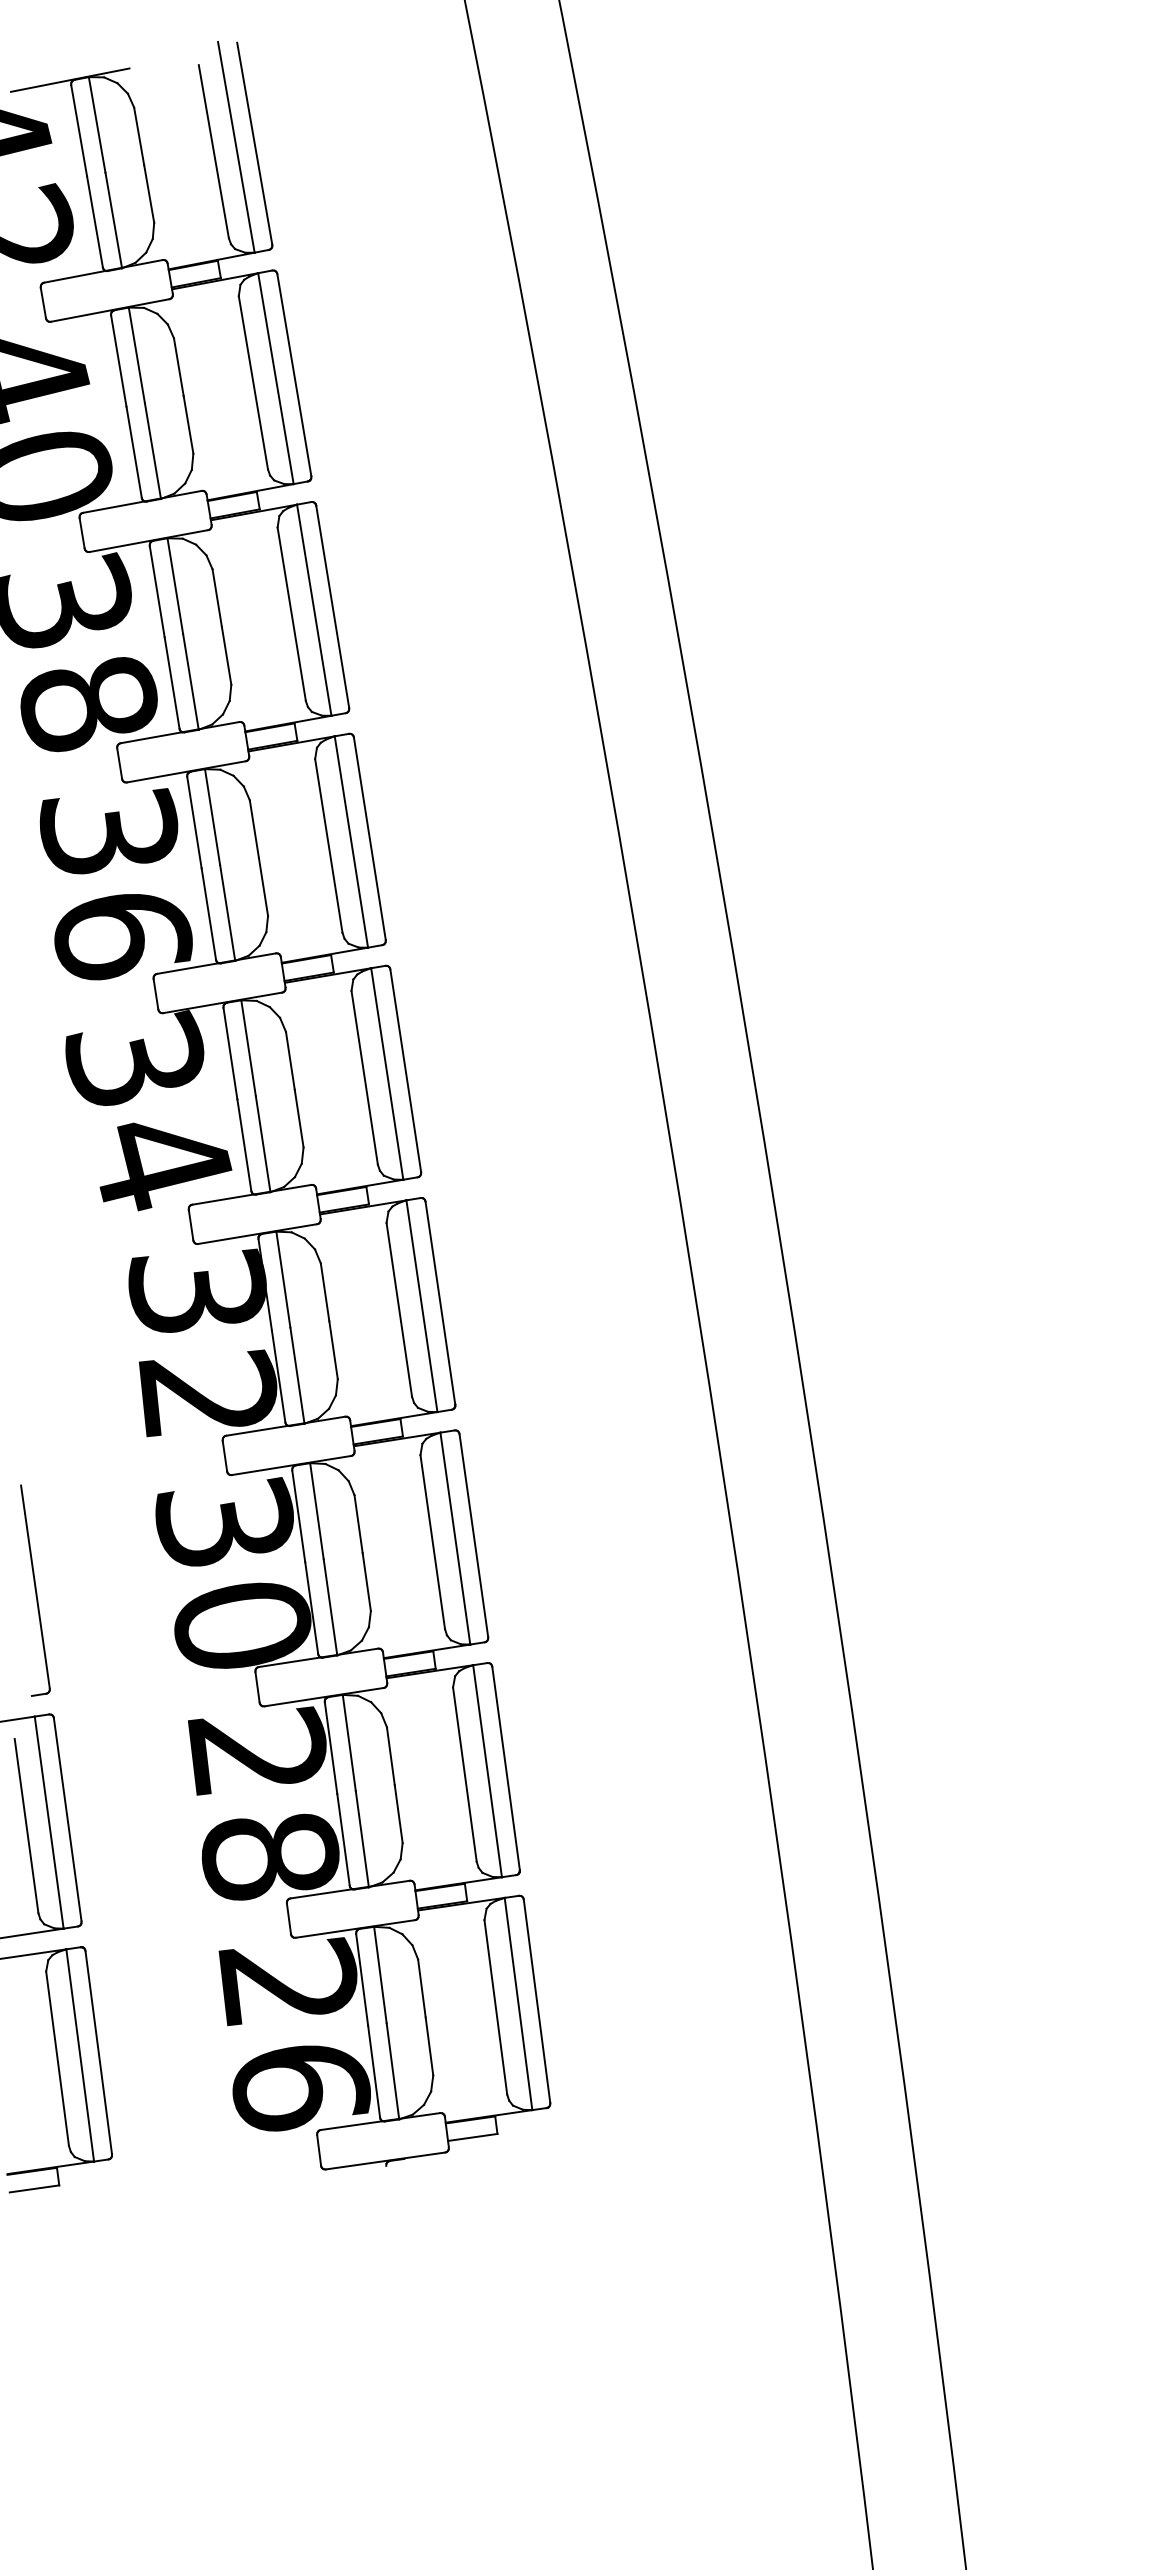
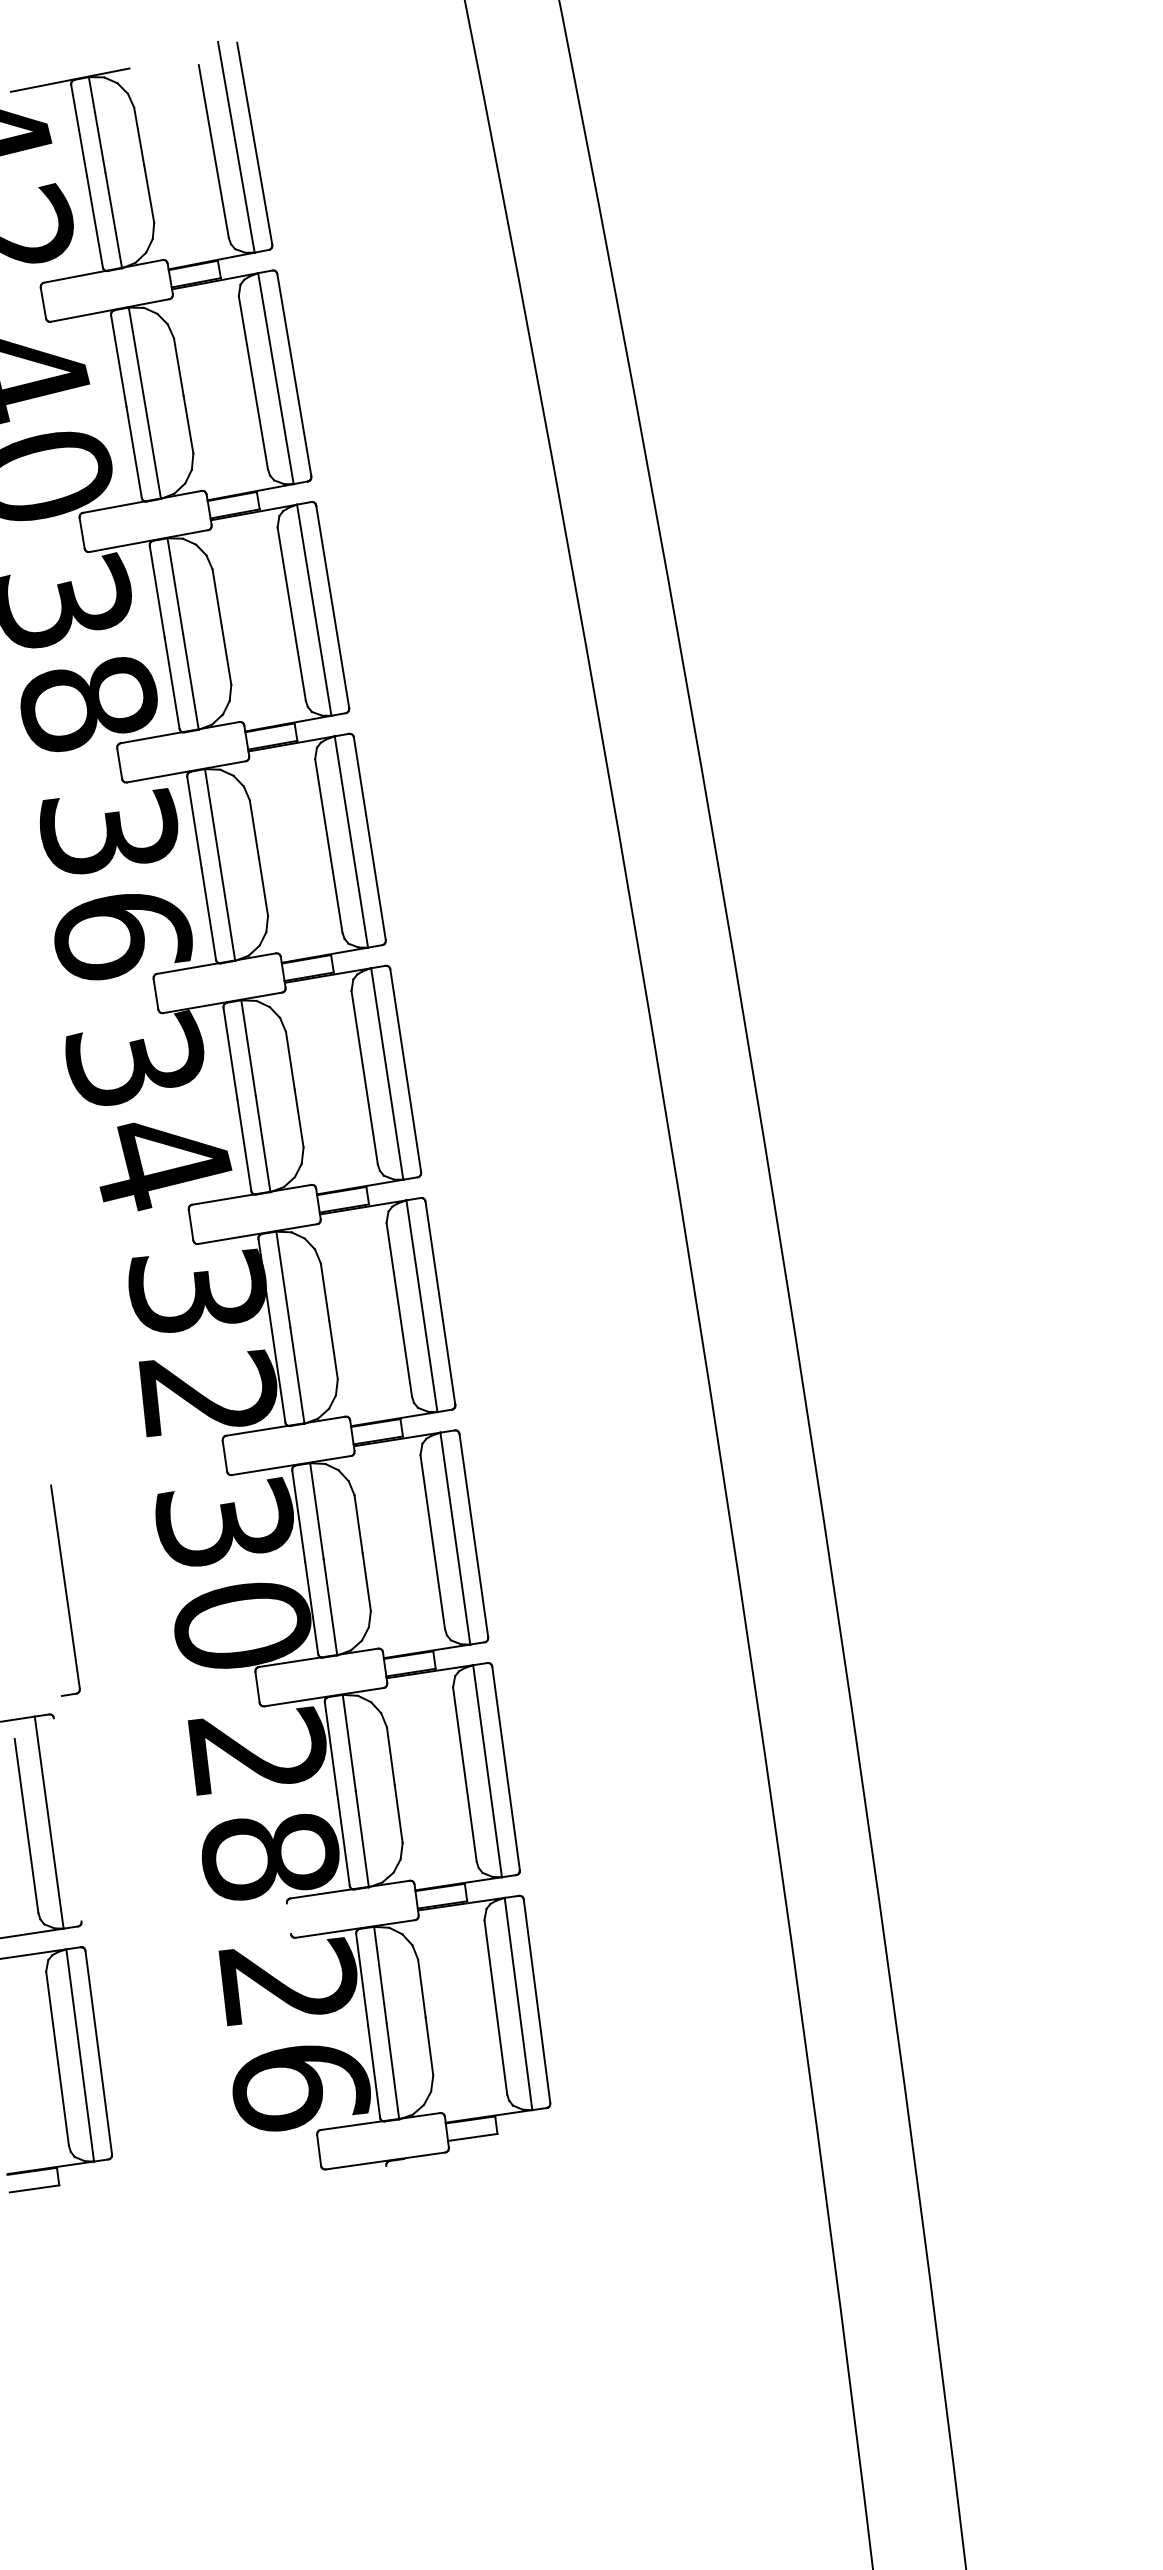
part at (35, 1590) position: (35, 1590) -> (65, 1590)
line at (67, 1819): present -> none
line at (288, 1918): present -> none
